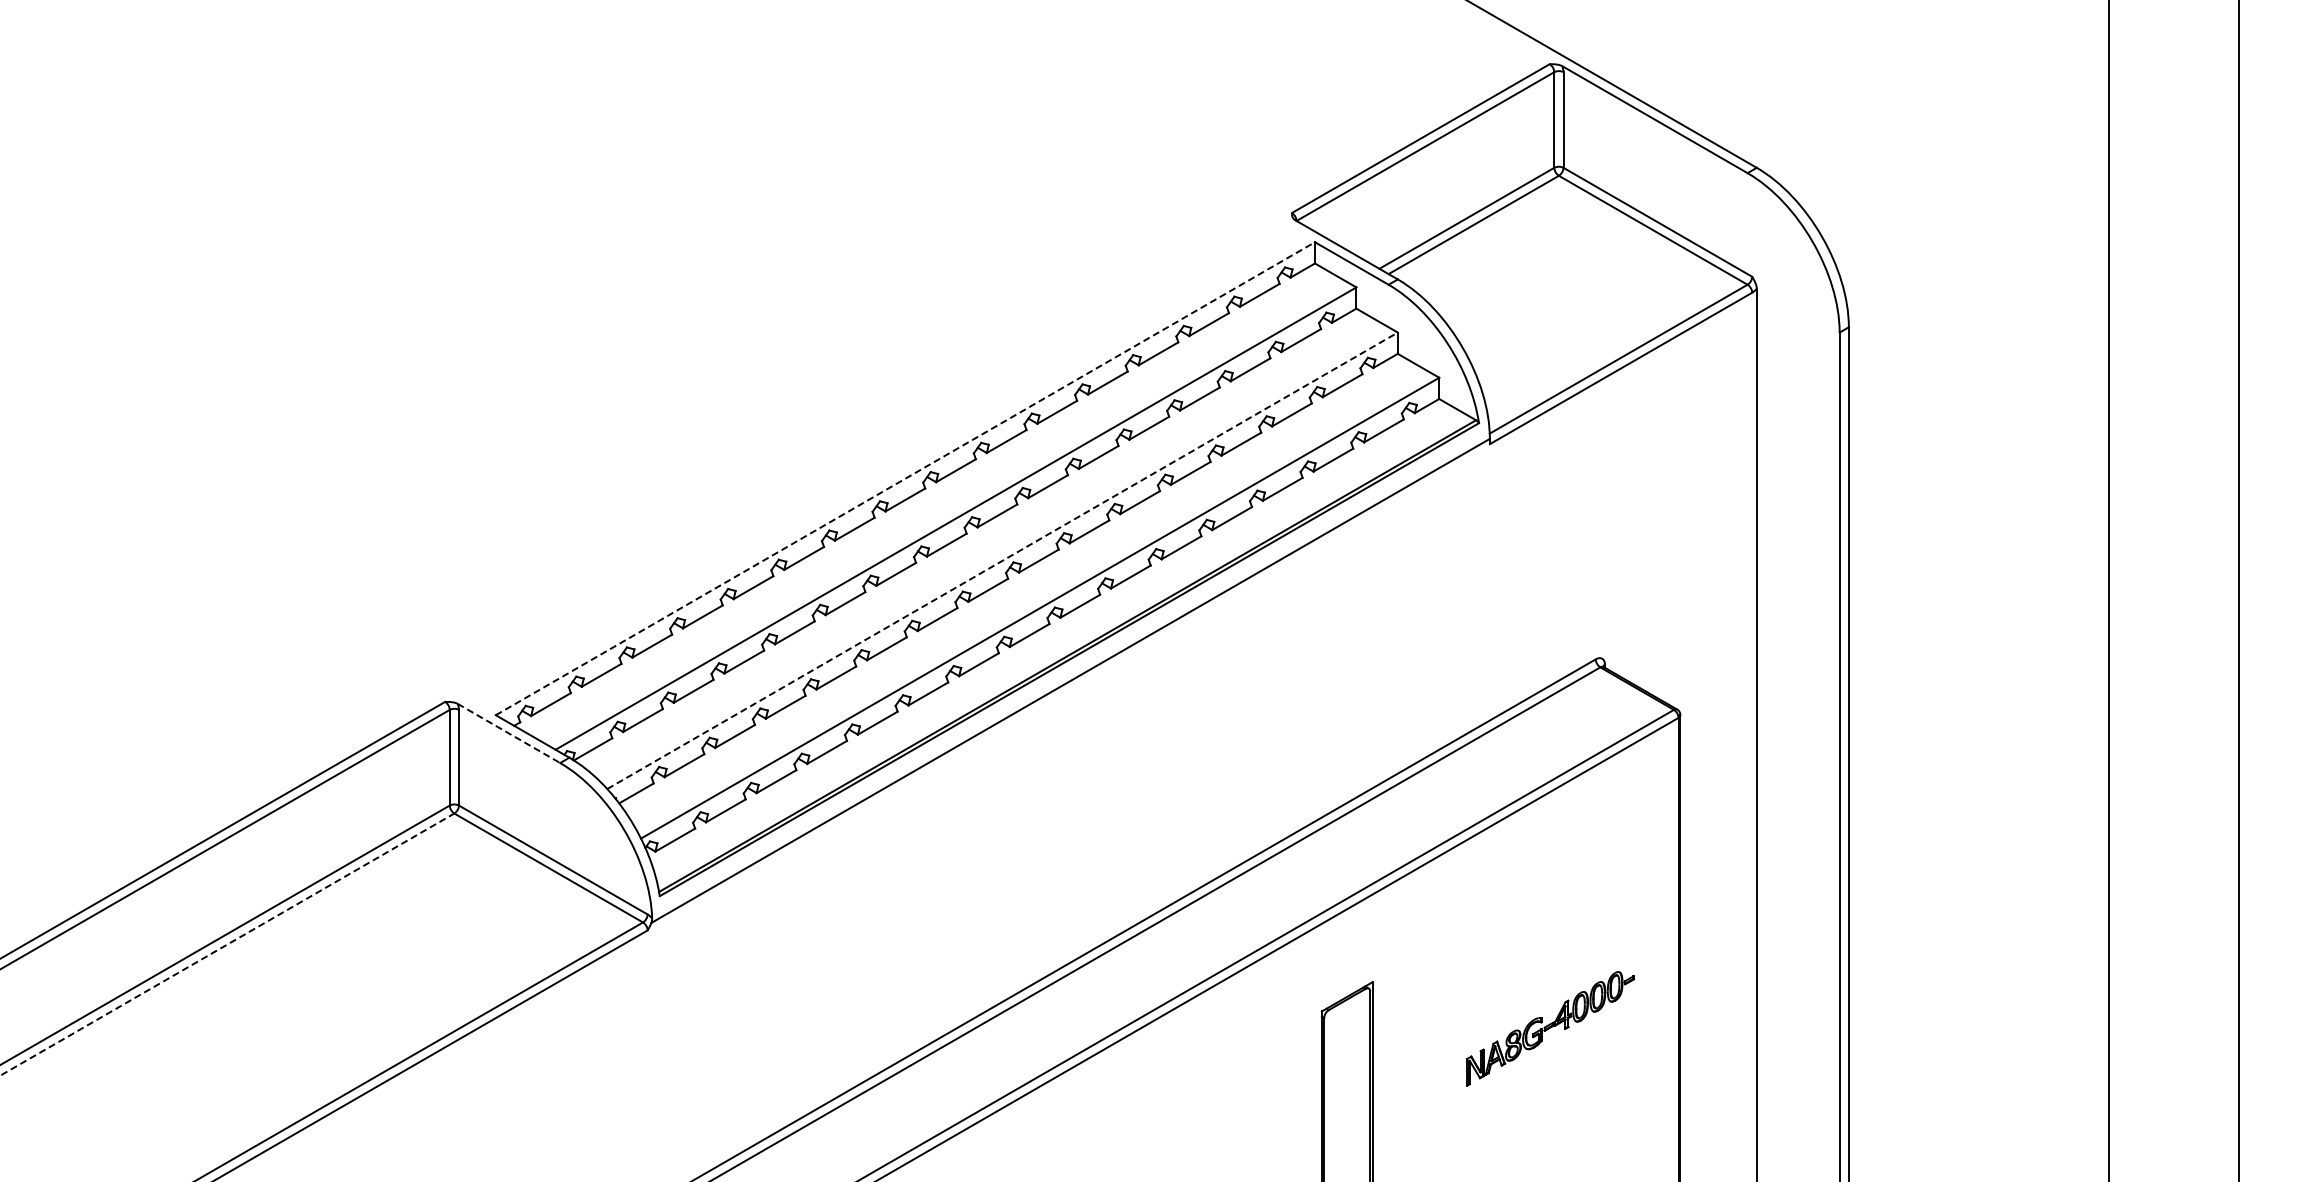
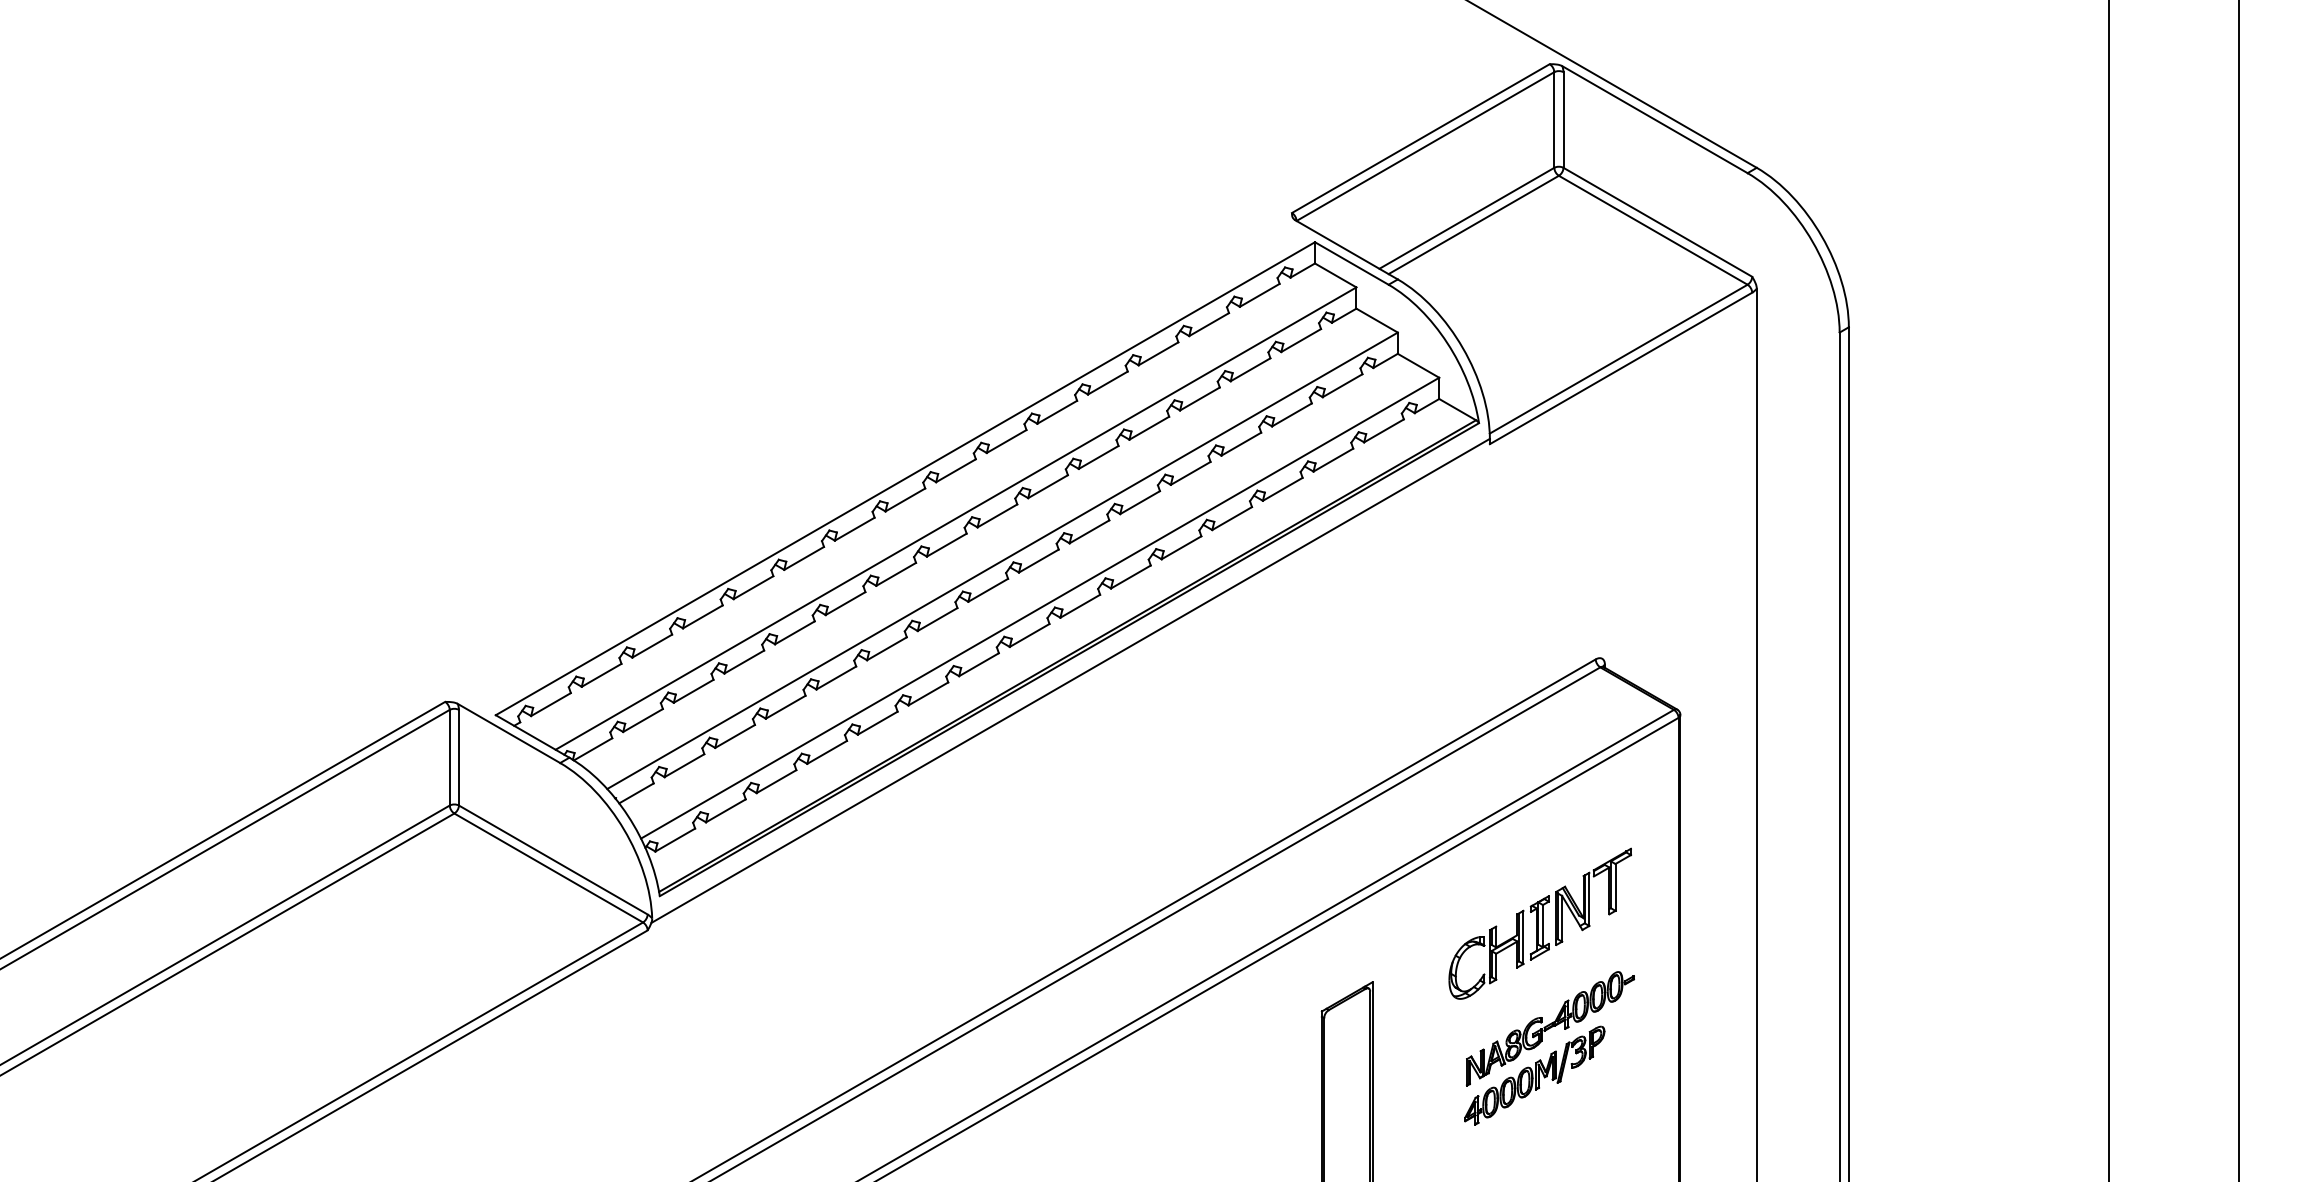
line at (905, 478): dashed -> solid
line at (1003, 560): dashed -> solid
line at (509, 733): dashed -> solid
part at (1539, 923): none -> present
line at (227, 944): dashed -> solid
part at (1534, 1075): none -> present
